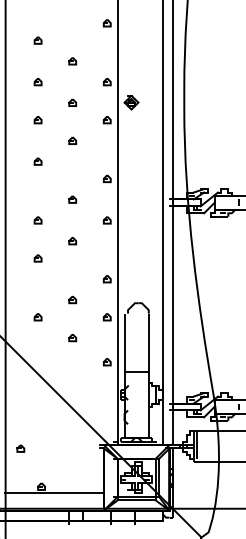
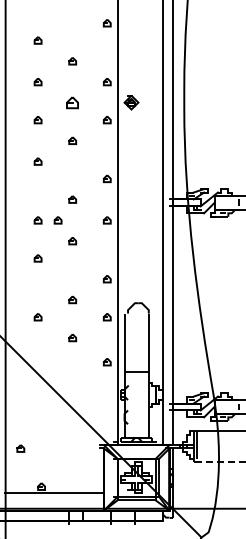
part at (72, 102) size: 10x9 px -> 13x14 px
part at (57, 220): none -> present
line at (221, 462): solid -> dashed
